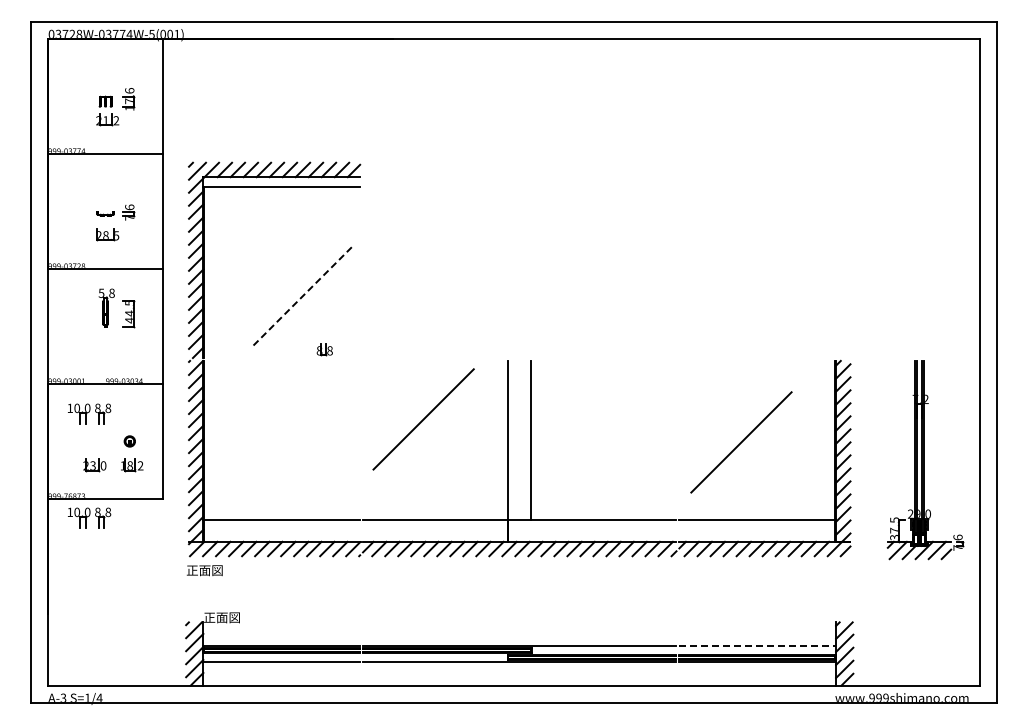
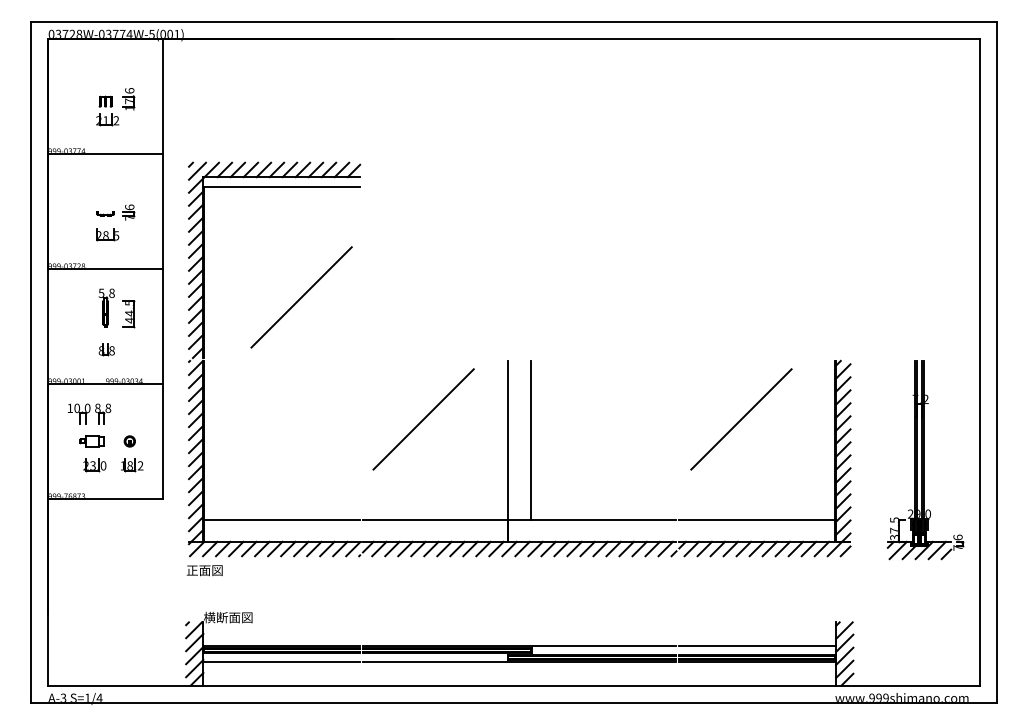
line at (301, 297): dashed -> solid
part at (324, 349) position: (324, 349) -> (106, 349)
part at (91, 441): none -> present
line at (741, 442) position: (741, 442) -> (741, 419)
part at (89, 517): present -> none
text at (228, 617): 正面図 -> 横断面図
line at (758, 645): dashed -> solid
